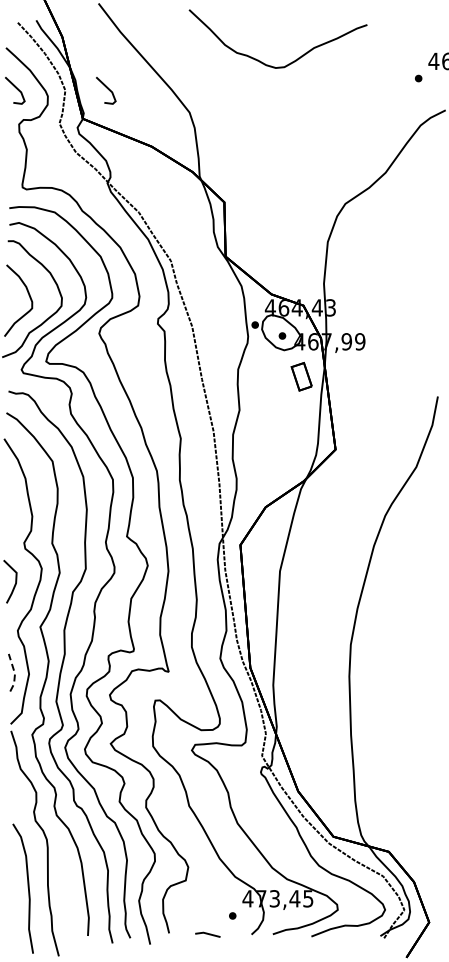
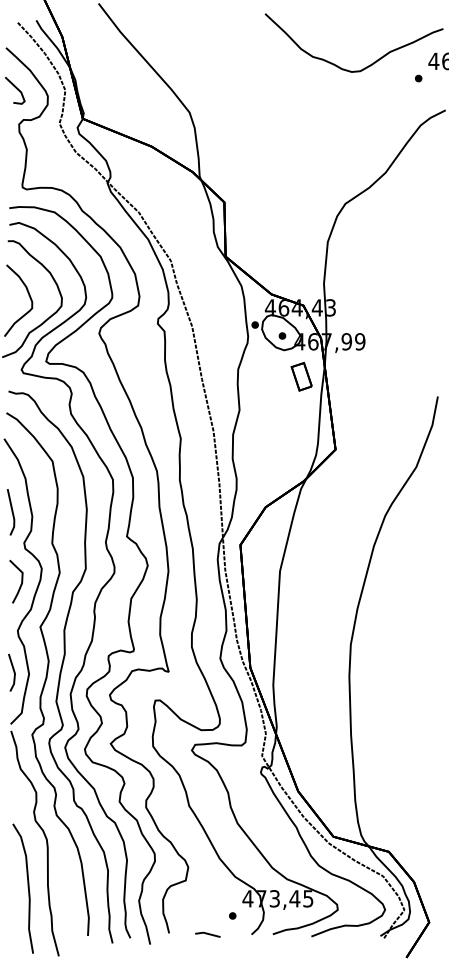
curve at (290, 62) position: (290, 62) -> (366, 66)
line at (107, 89): present -> none
line at (11, 512): none -> present
line at (15, 581) position: (15, 581) -> (21, 581)
line at (15, 673): dashed -> solid
